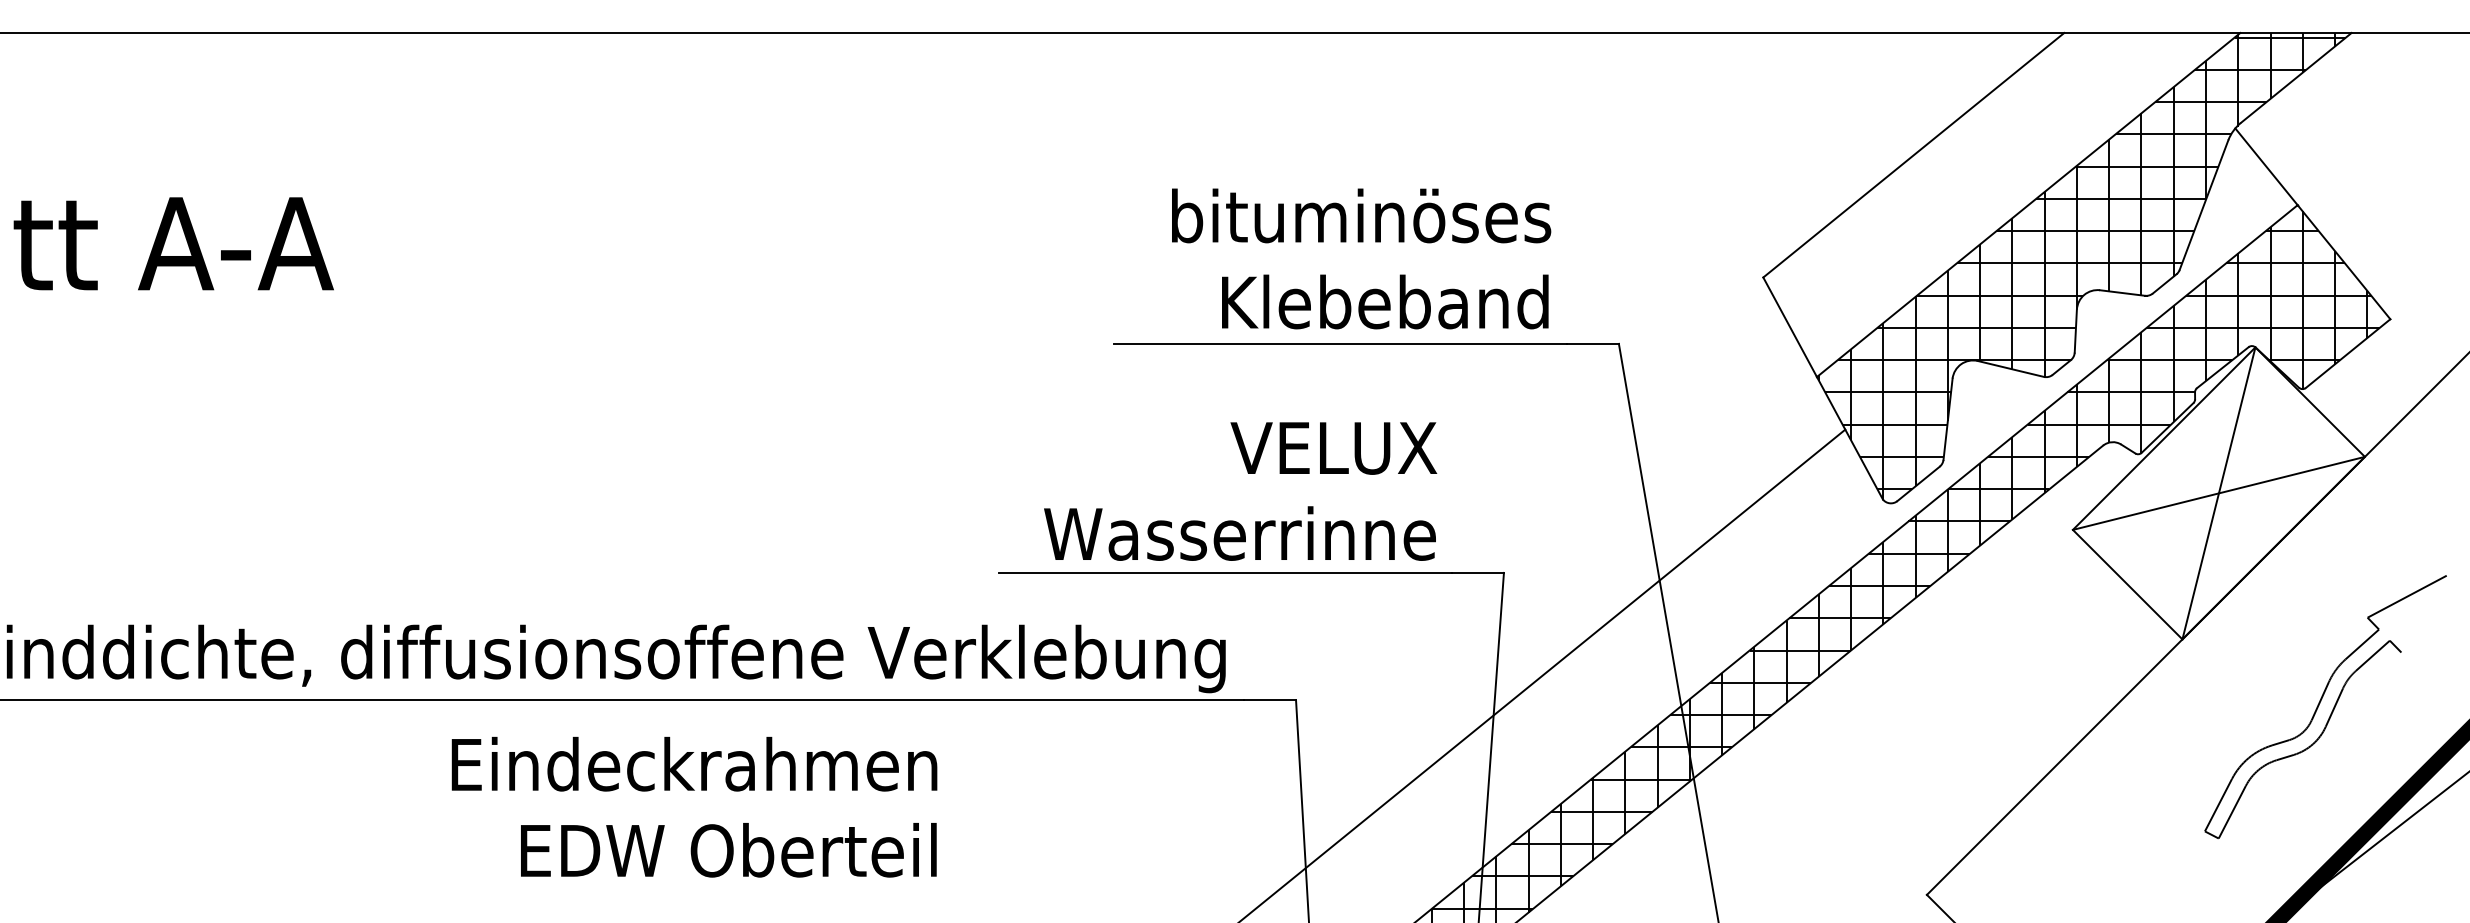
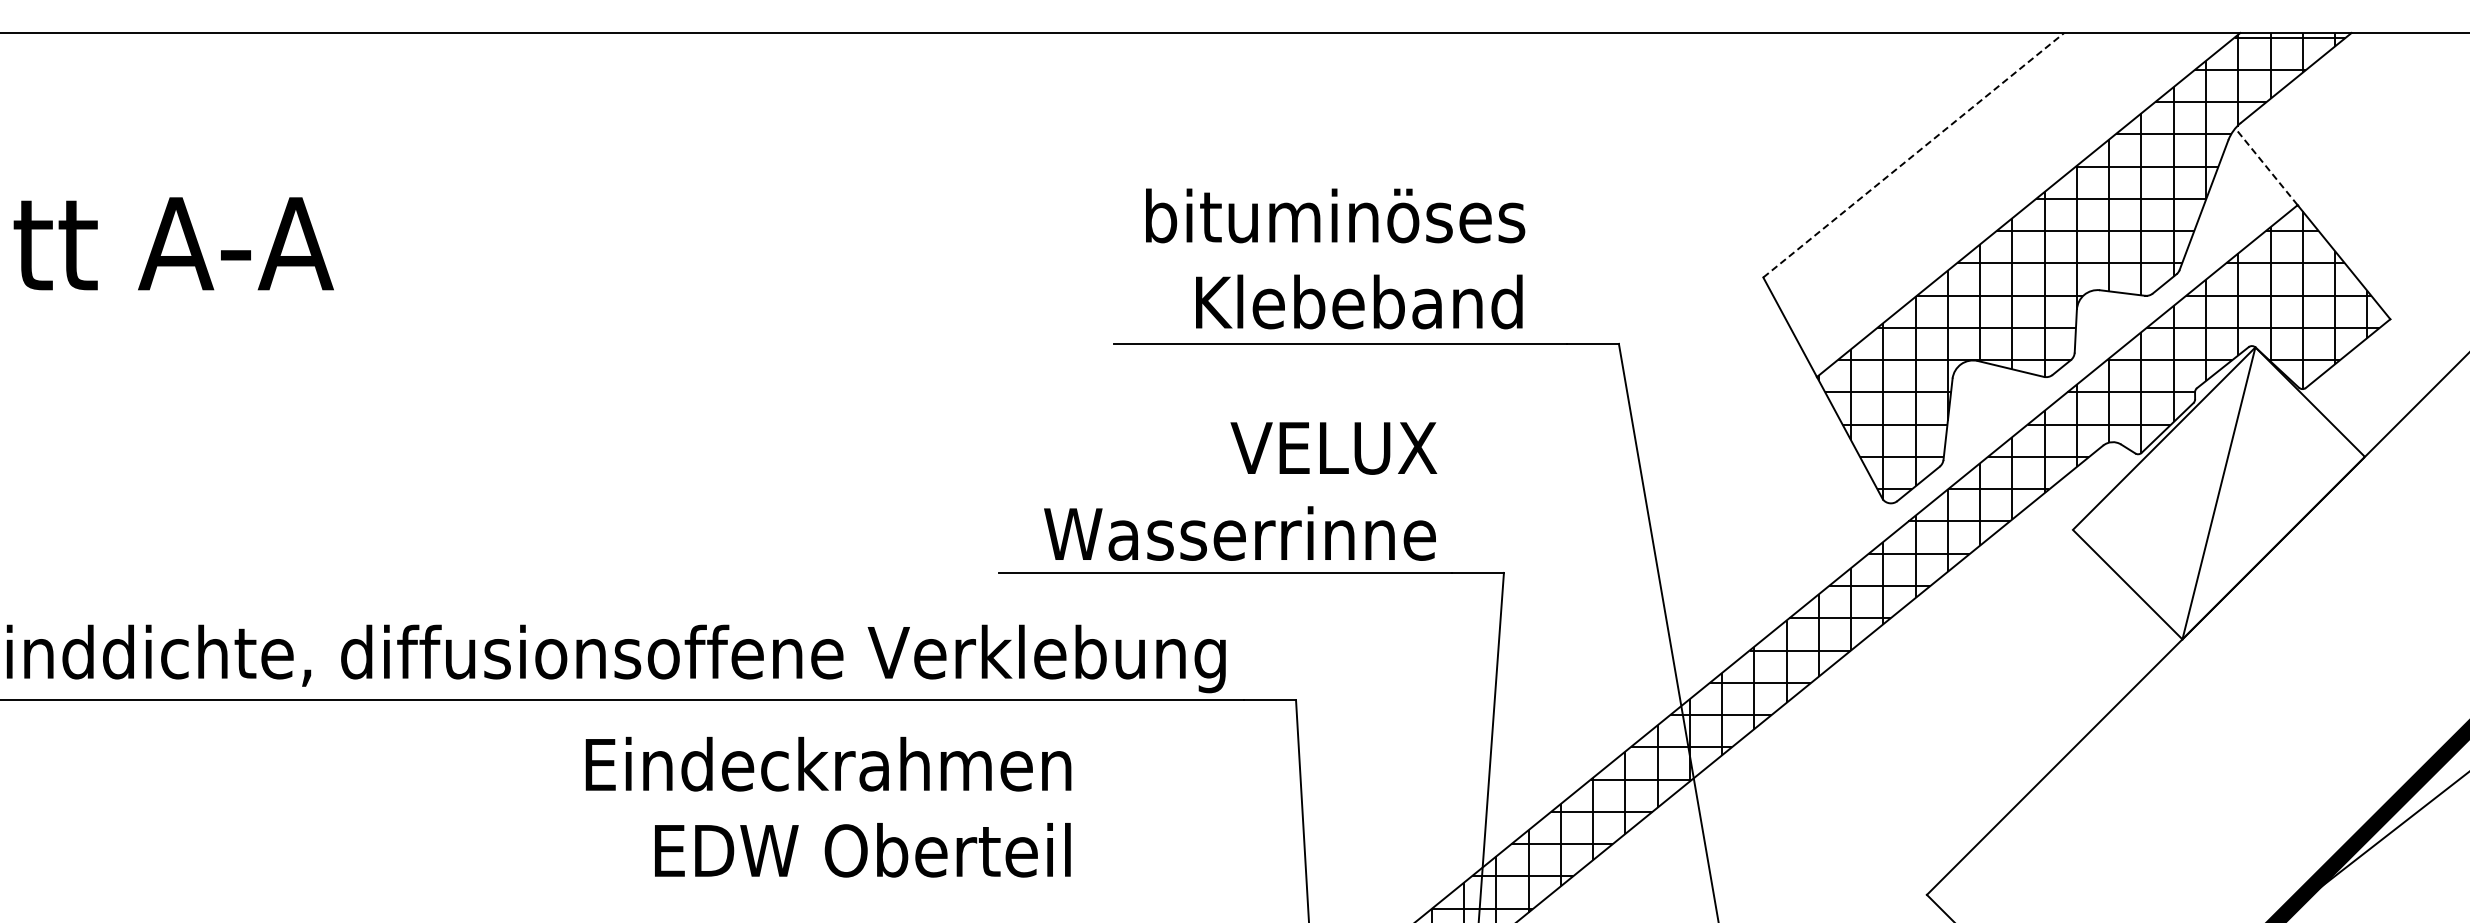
line at (1913, 155): solid -> dashed
line at (2266, 166): solid -> dashed
text at (1361, 258) position: (1361, 258) -> (1335, 258)
line at (2218, 492): present -> none
line at (1543, 674): present -> none
part at (2319, 705): present -> none
text at (694, 806) position: (694, 806) -> (828, 806)
